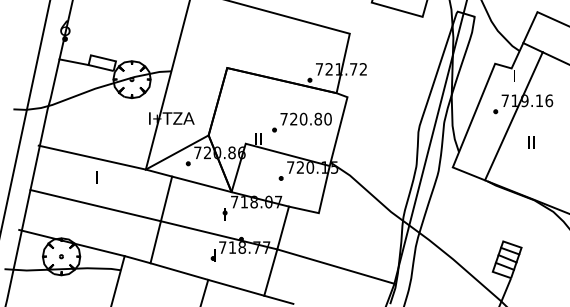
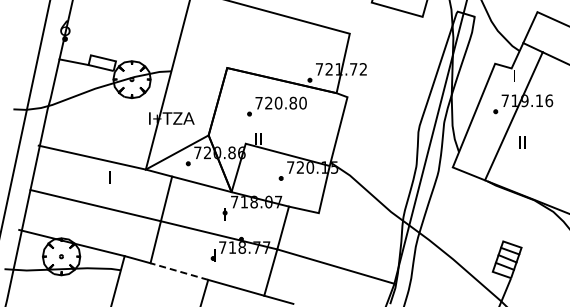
part at (301, 122) position: (301, 122) -> (276, 106)
text at (531, 142) position: (531, 142) -> (522, 142)
text at (96, 177) position: (96, 177) -> (109, 177)
line at (178, 271): solid -> dashed
